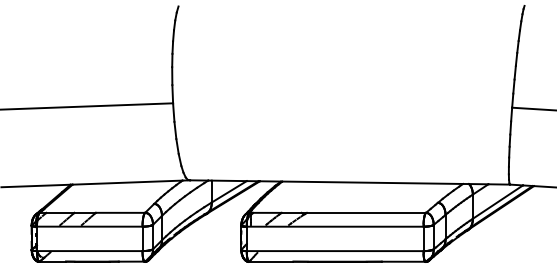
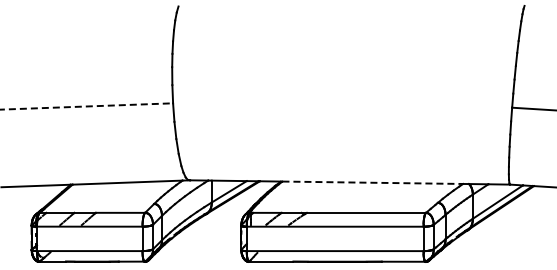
line at (87, 106): solid -> dashed
line at (373, 182): solid -> dashed
